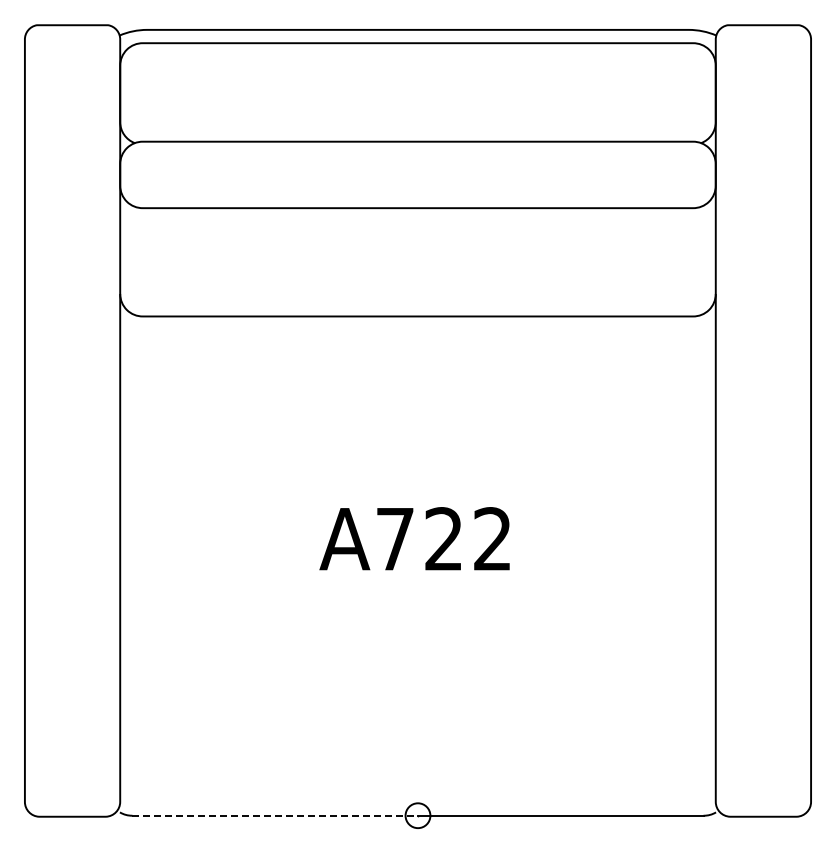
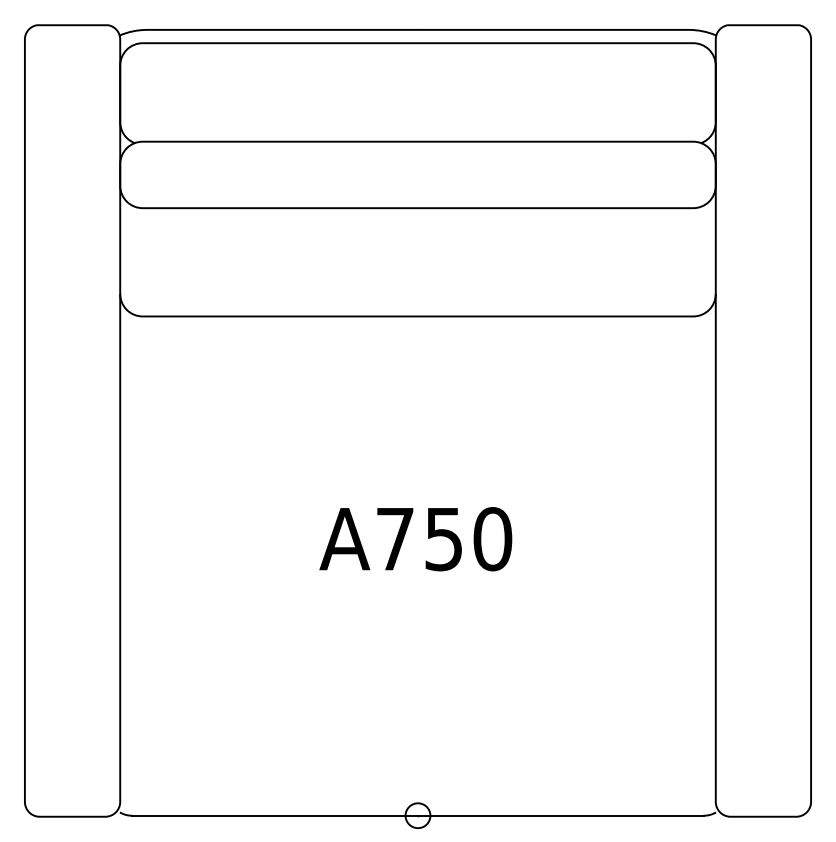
text at (468, 539): A722 -> A750
line at (275, 815): dashed -> solid
